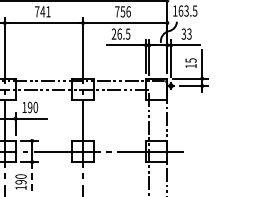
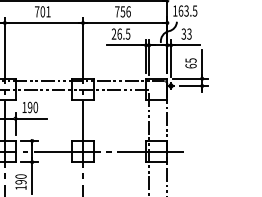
text at (42, 11): 741 -> 701
text at (190, 65): 15 -> 65
line at (32, 178): dashed -> solid
